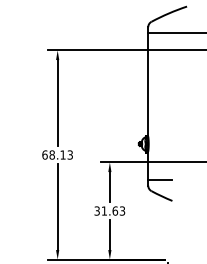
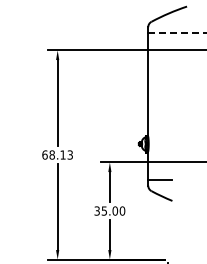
line at (177, 32): solid -> dashed
text at (113, 210): 31.63 -> 35.00
